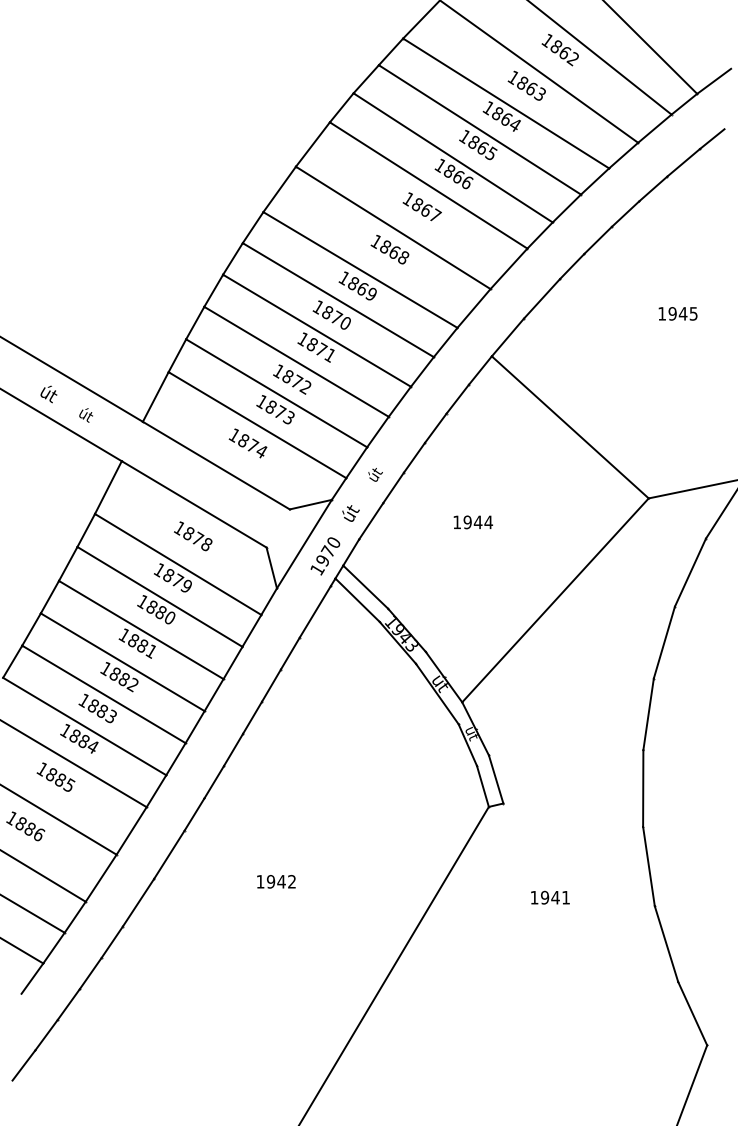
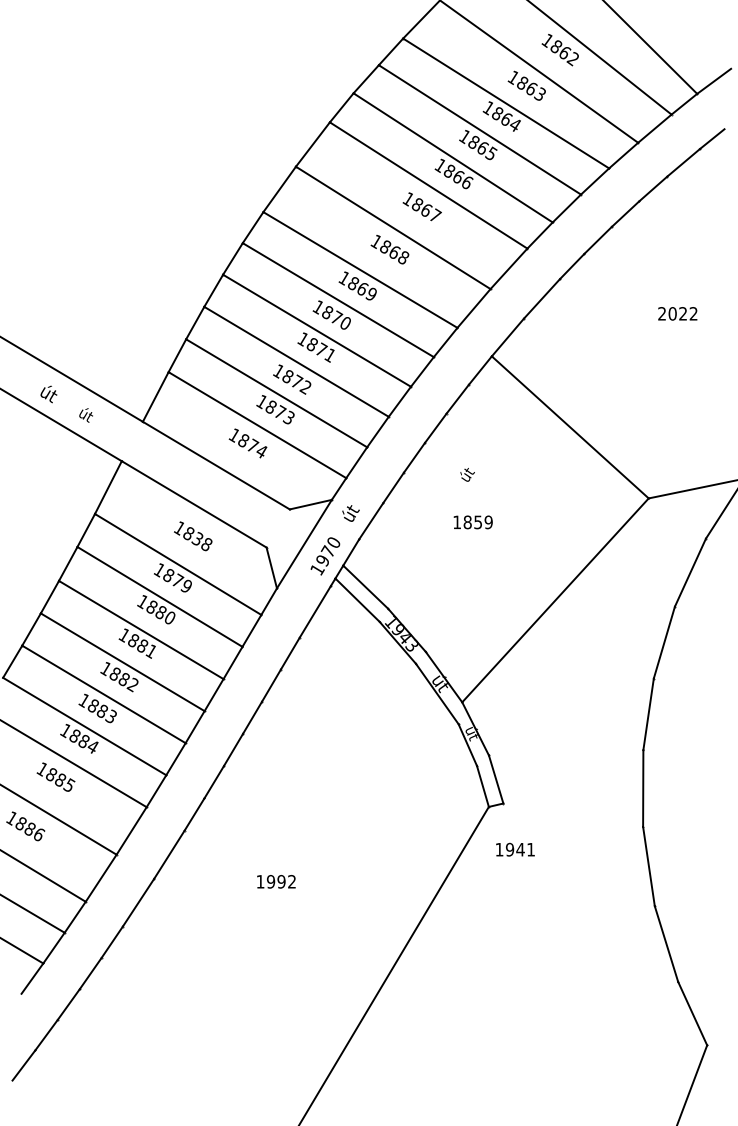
text at (677, 313): 1945 -> 2022
text at (375, 474) position: (375, 474) -> (467, 474)
text at (478, 522): 1944 -> 1859
text at (197, 538): 1878 -> 1838
text at (281, 881): 1942 -> 1992
text at (550, 897) position: (550, 897) -> (515, 849)
